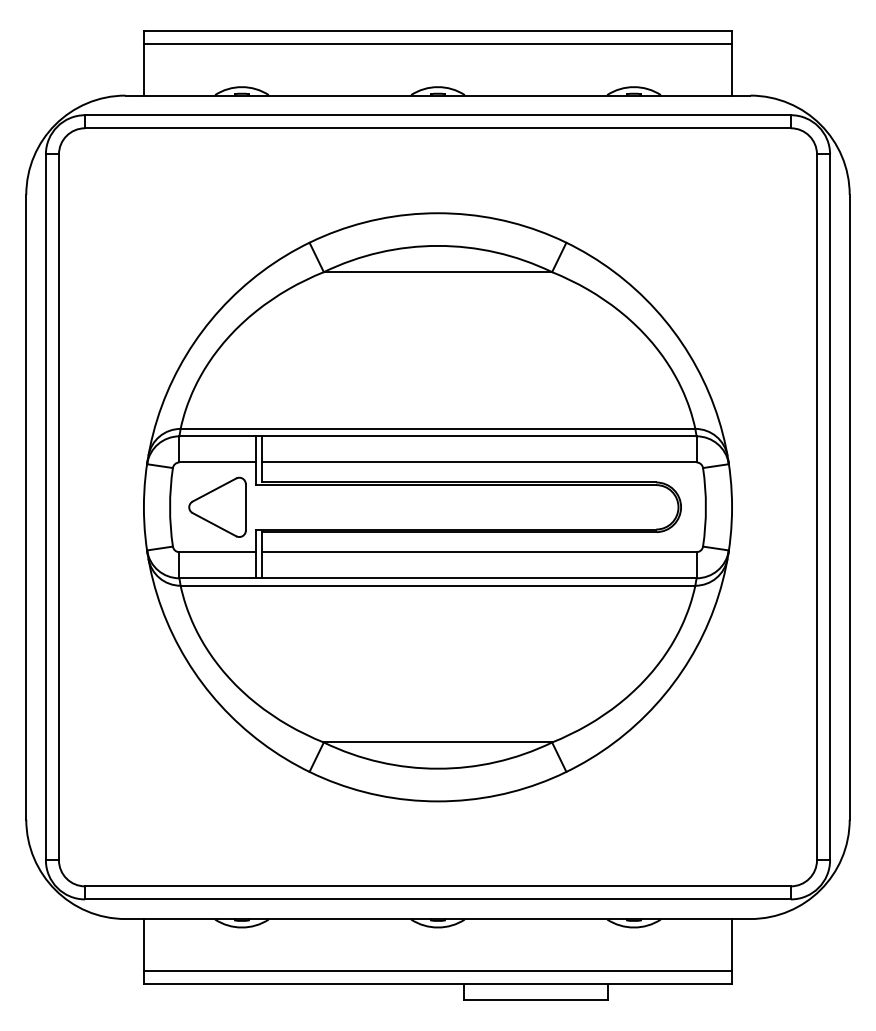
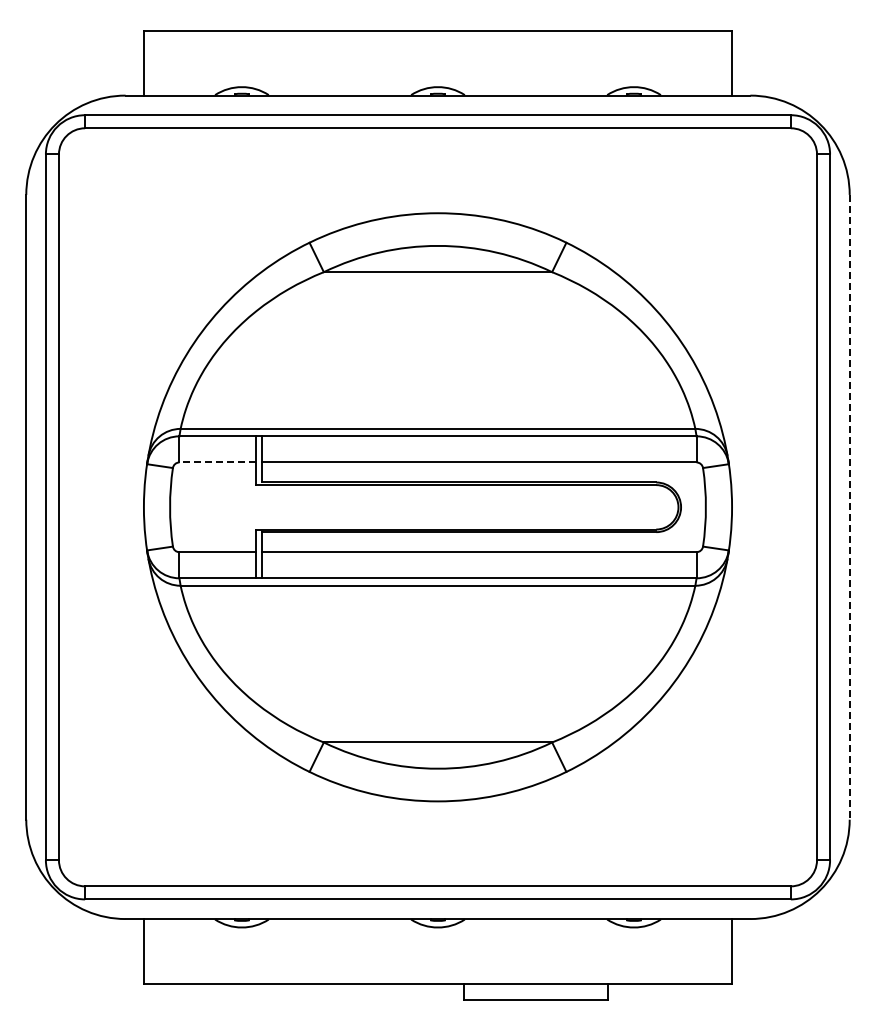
line at (437, 43): present -> none
line at (217, 462): solid -> dashed
part at (217, 506): present -> none
line at (849, 507): solid -> dashed
line at (437, 970): present -> none
